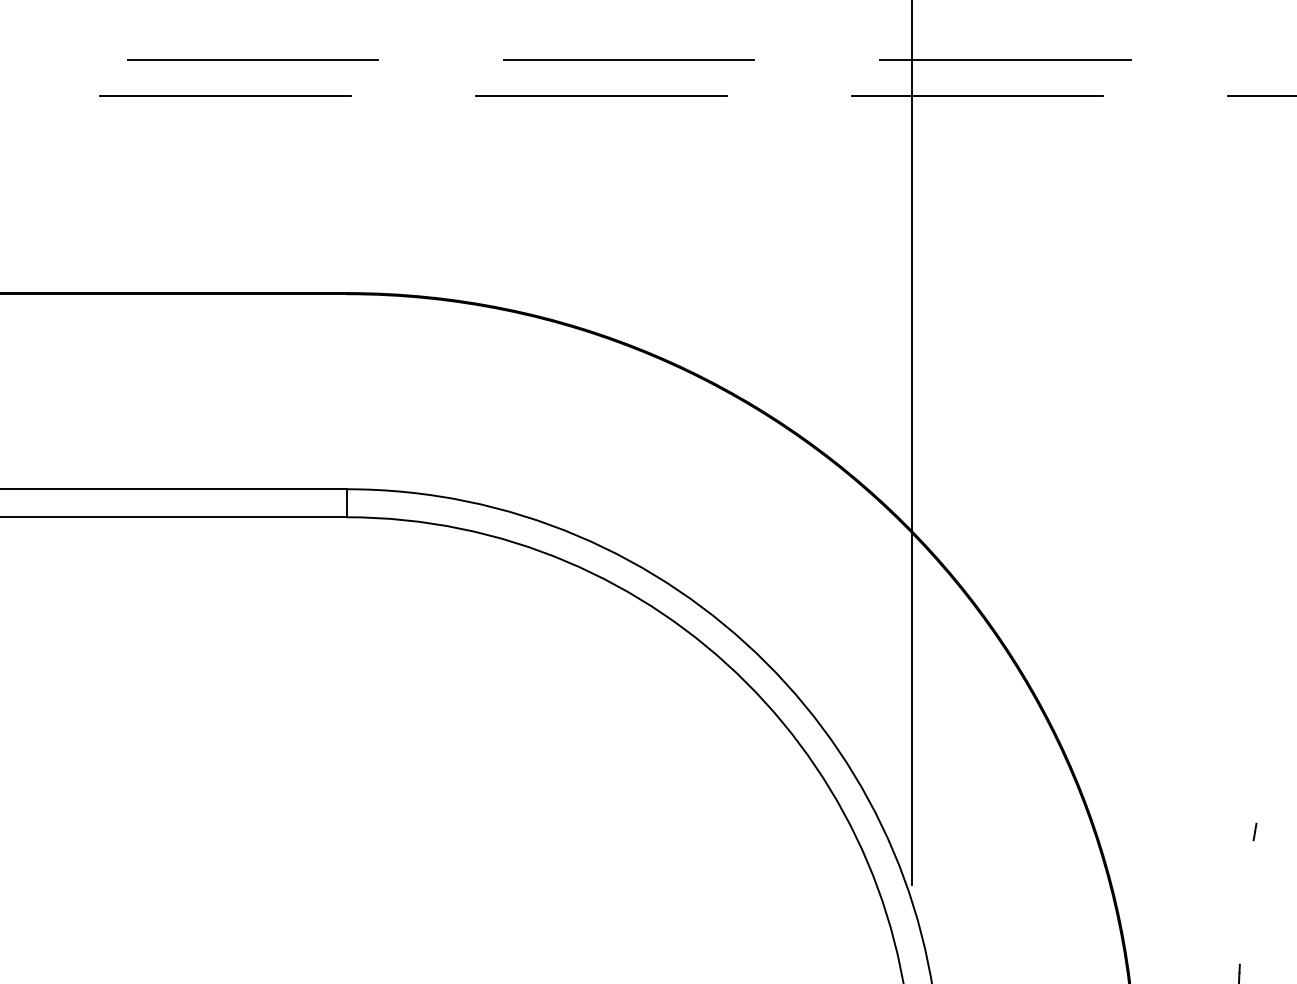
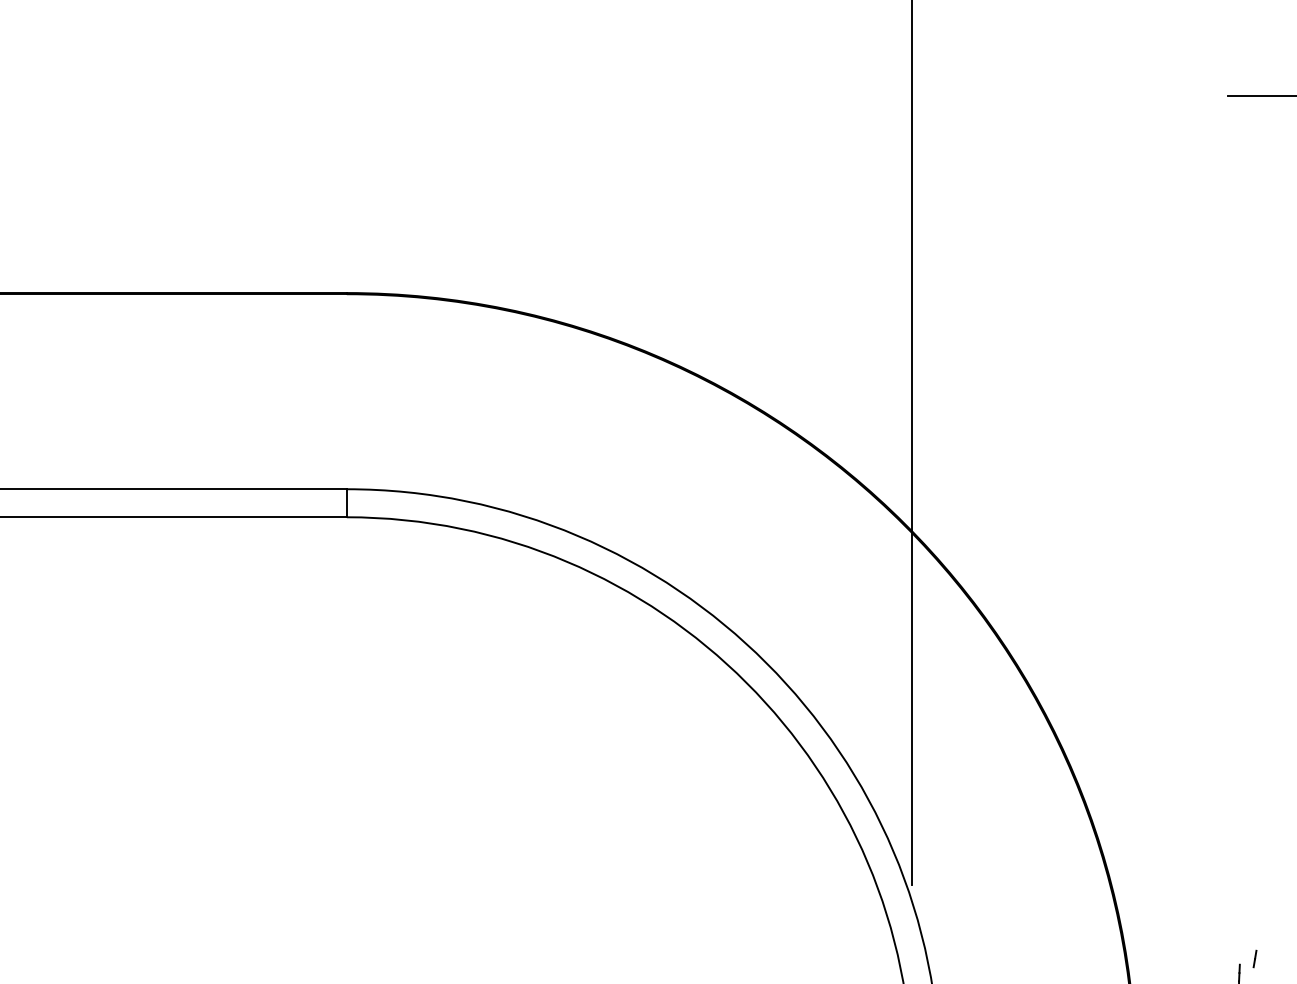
line at (628, 59): present -> none
line at (252, 60): present -> none
line at (1004, 60): present -> none
line at (601, 95): present -> none
line at (225, 96): present -> none
line at (977, 96): present -> none
line at (1254, 831) position: (1254, 831) -> (1254, 958)
